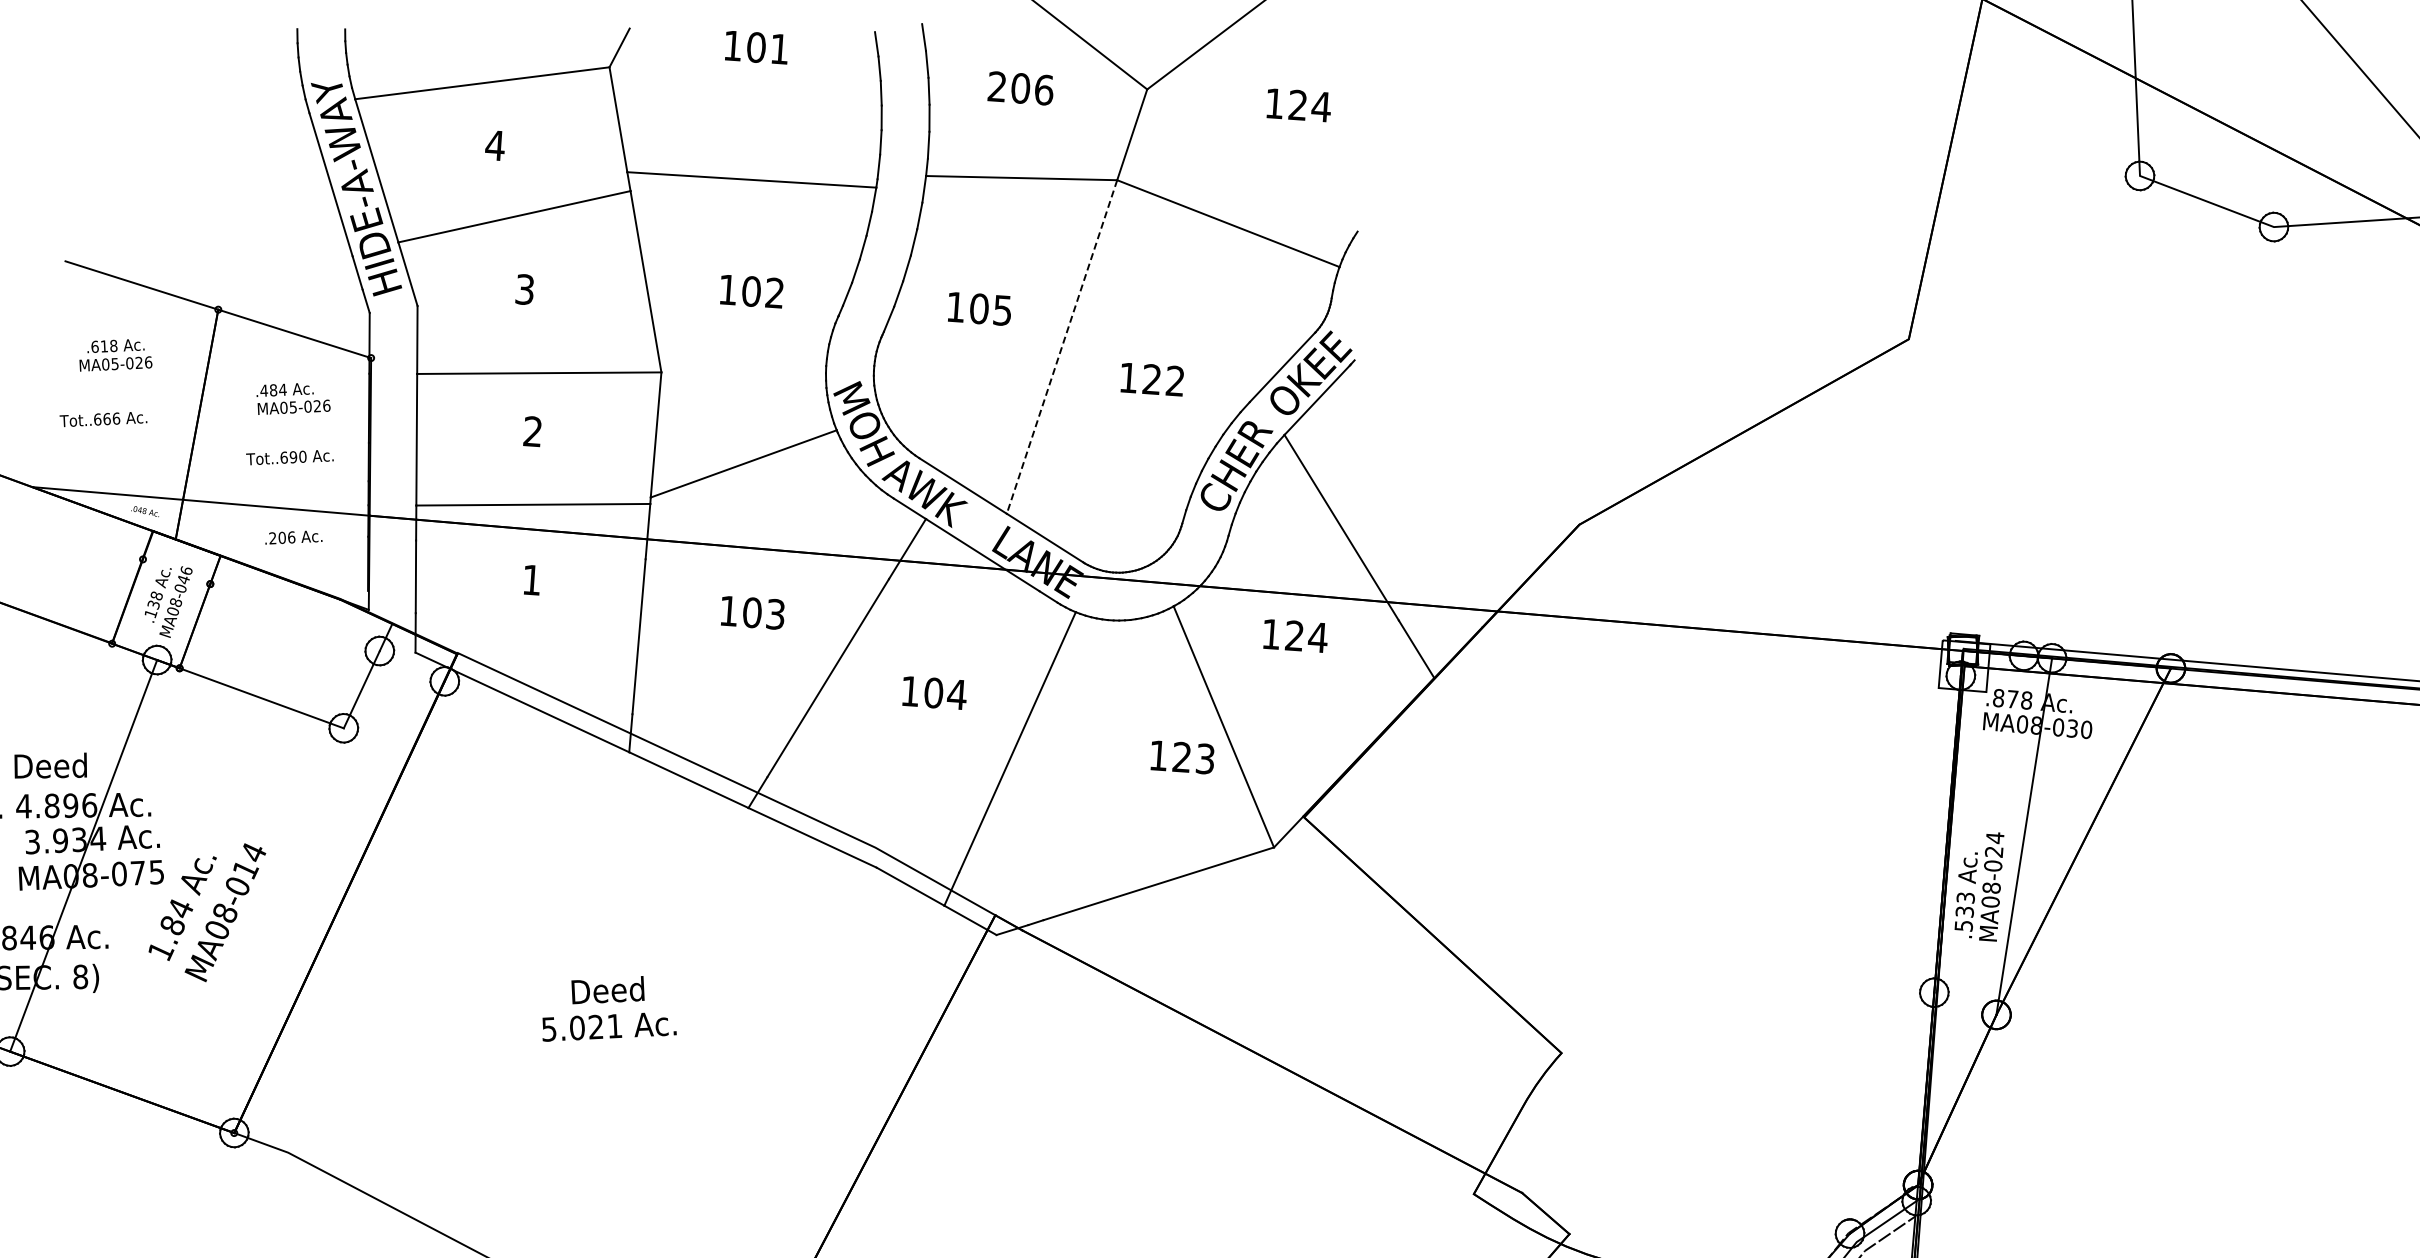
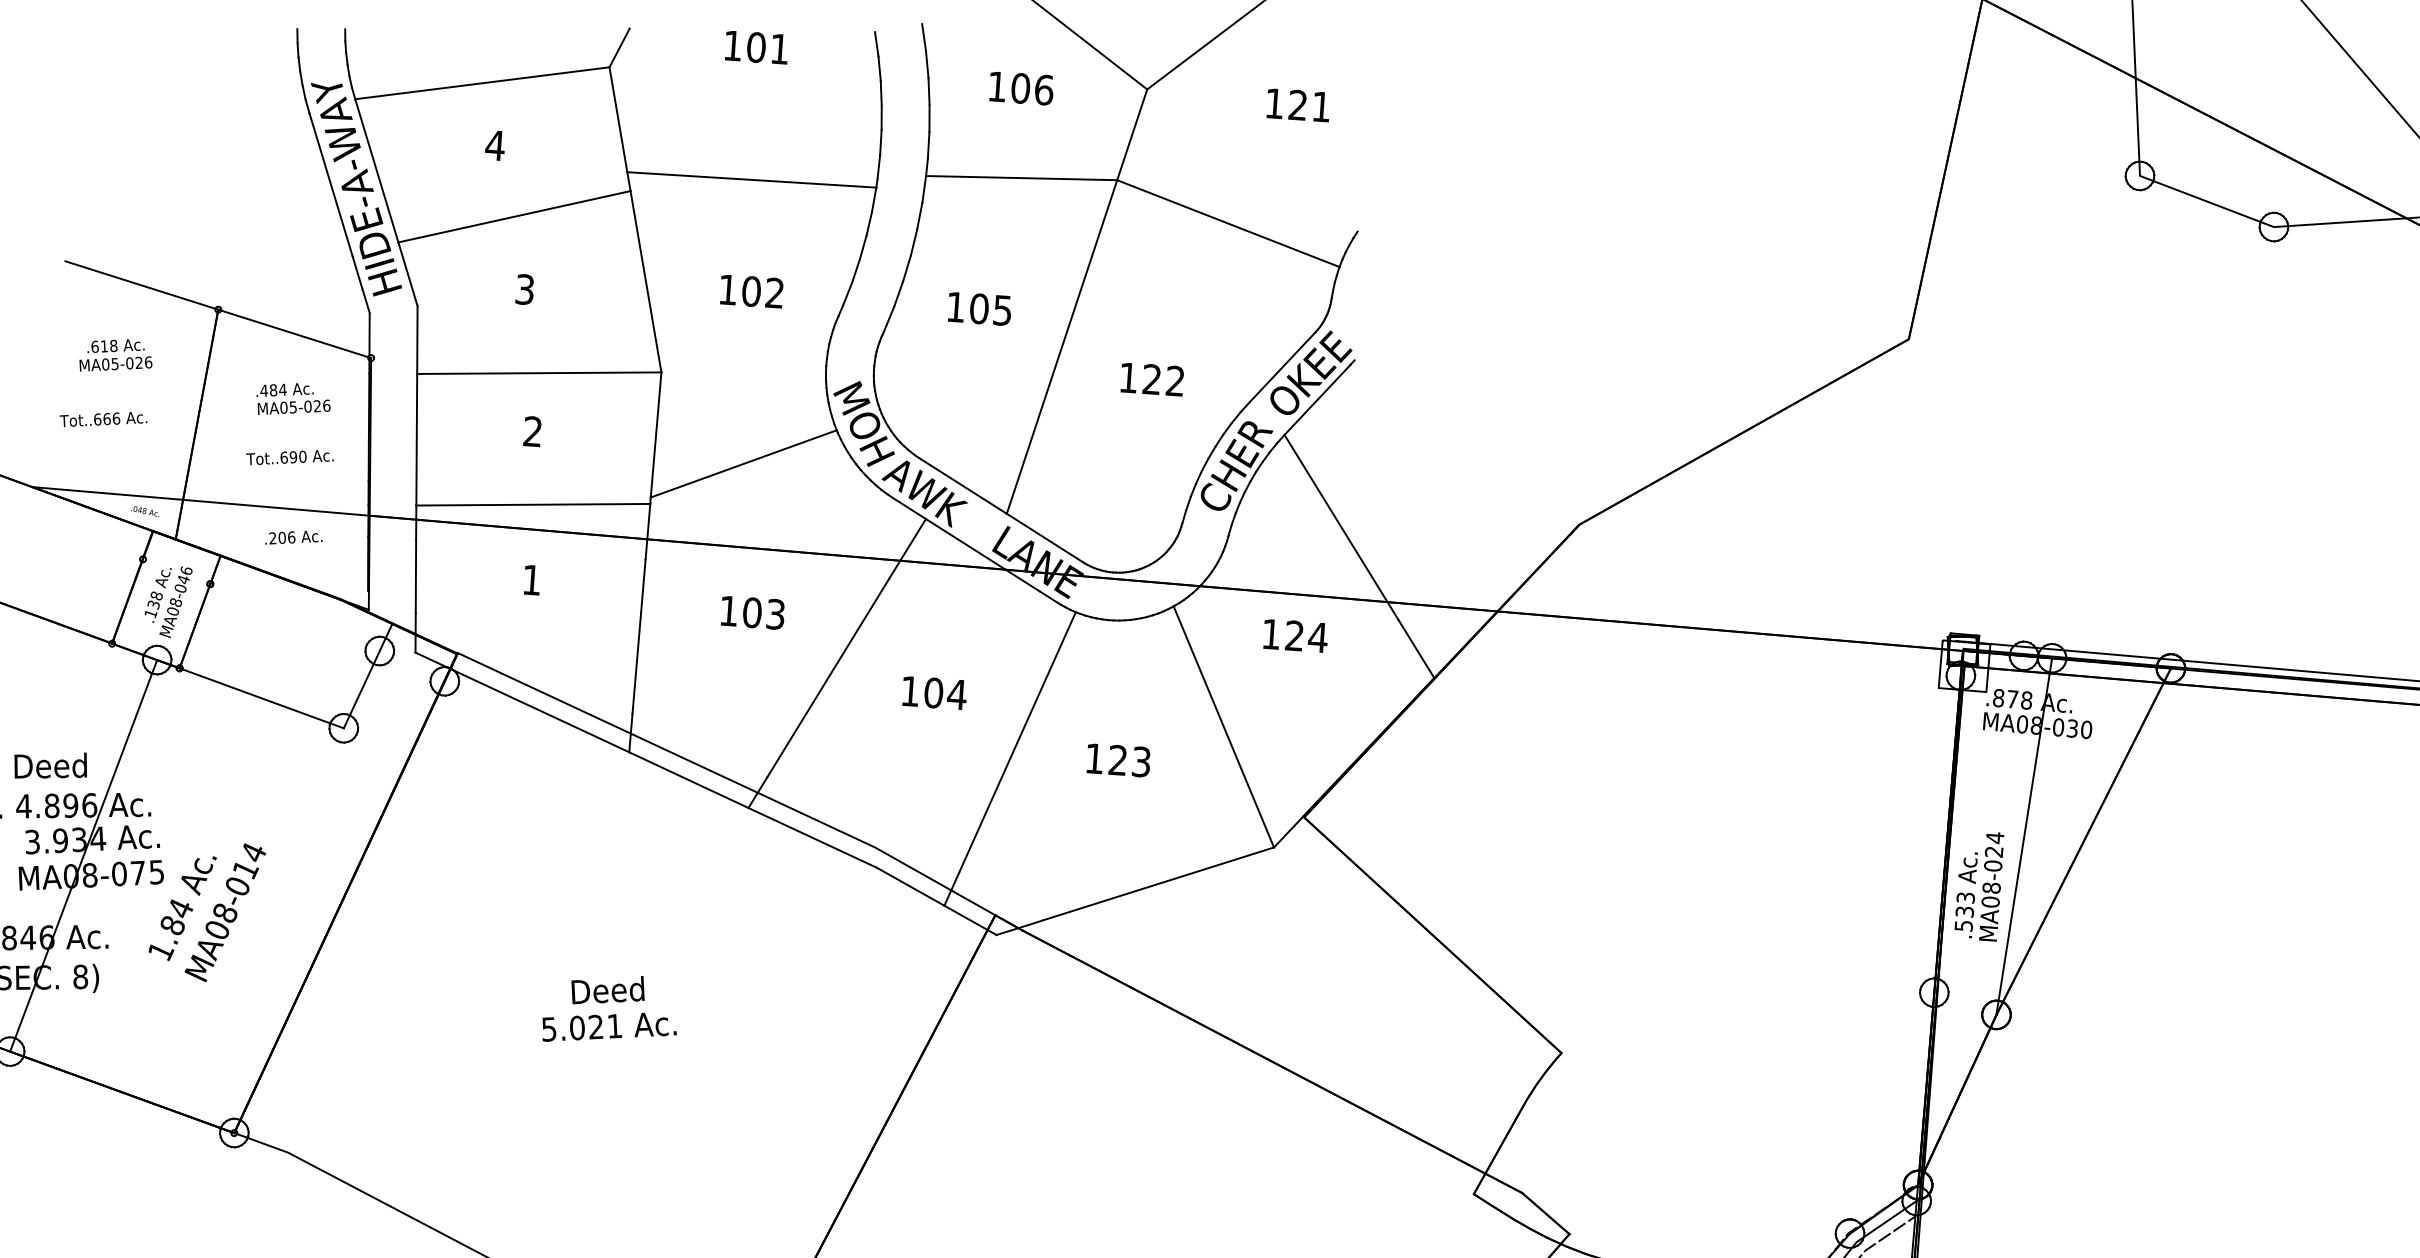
text at (996, 86): 206 -> 106
text at (1320, 107): 124 -> 121
line at (1062, 347): dashed -> solid
text at (1182, 757) position: (1182, 757) -> (1118, 760)
